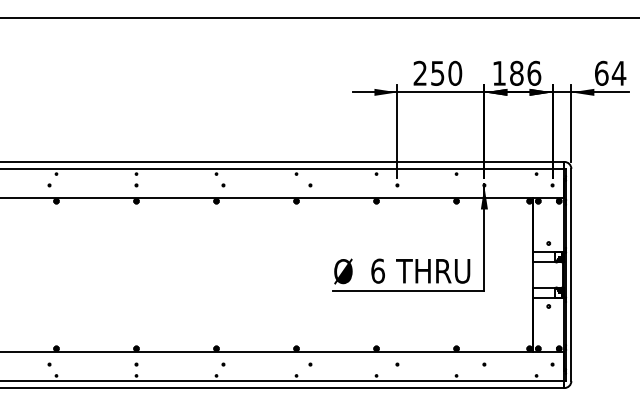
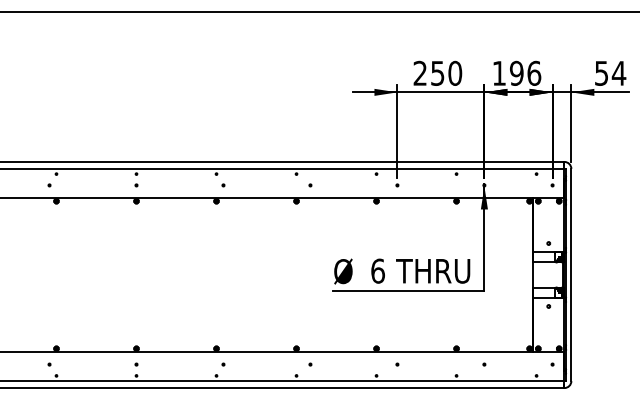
line at (319, 17) position: (319, 17) -> (319, 11)
text at (601, 72): 64 -> 54
text at (516, 73): 186 -> 196
